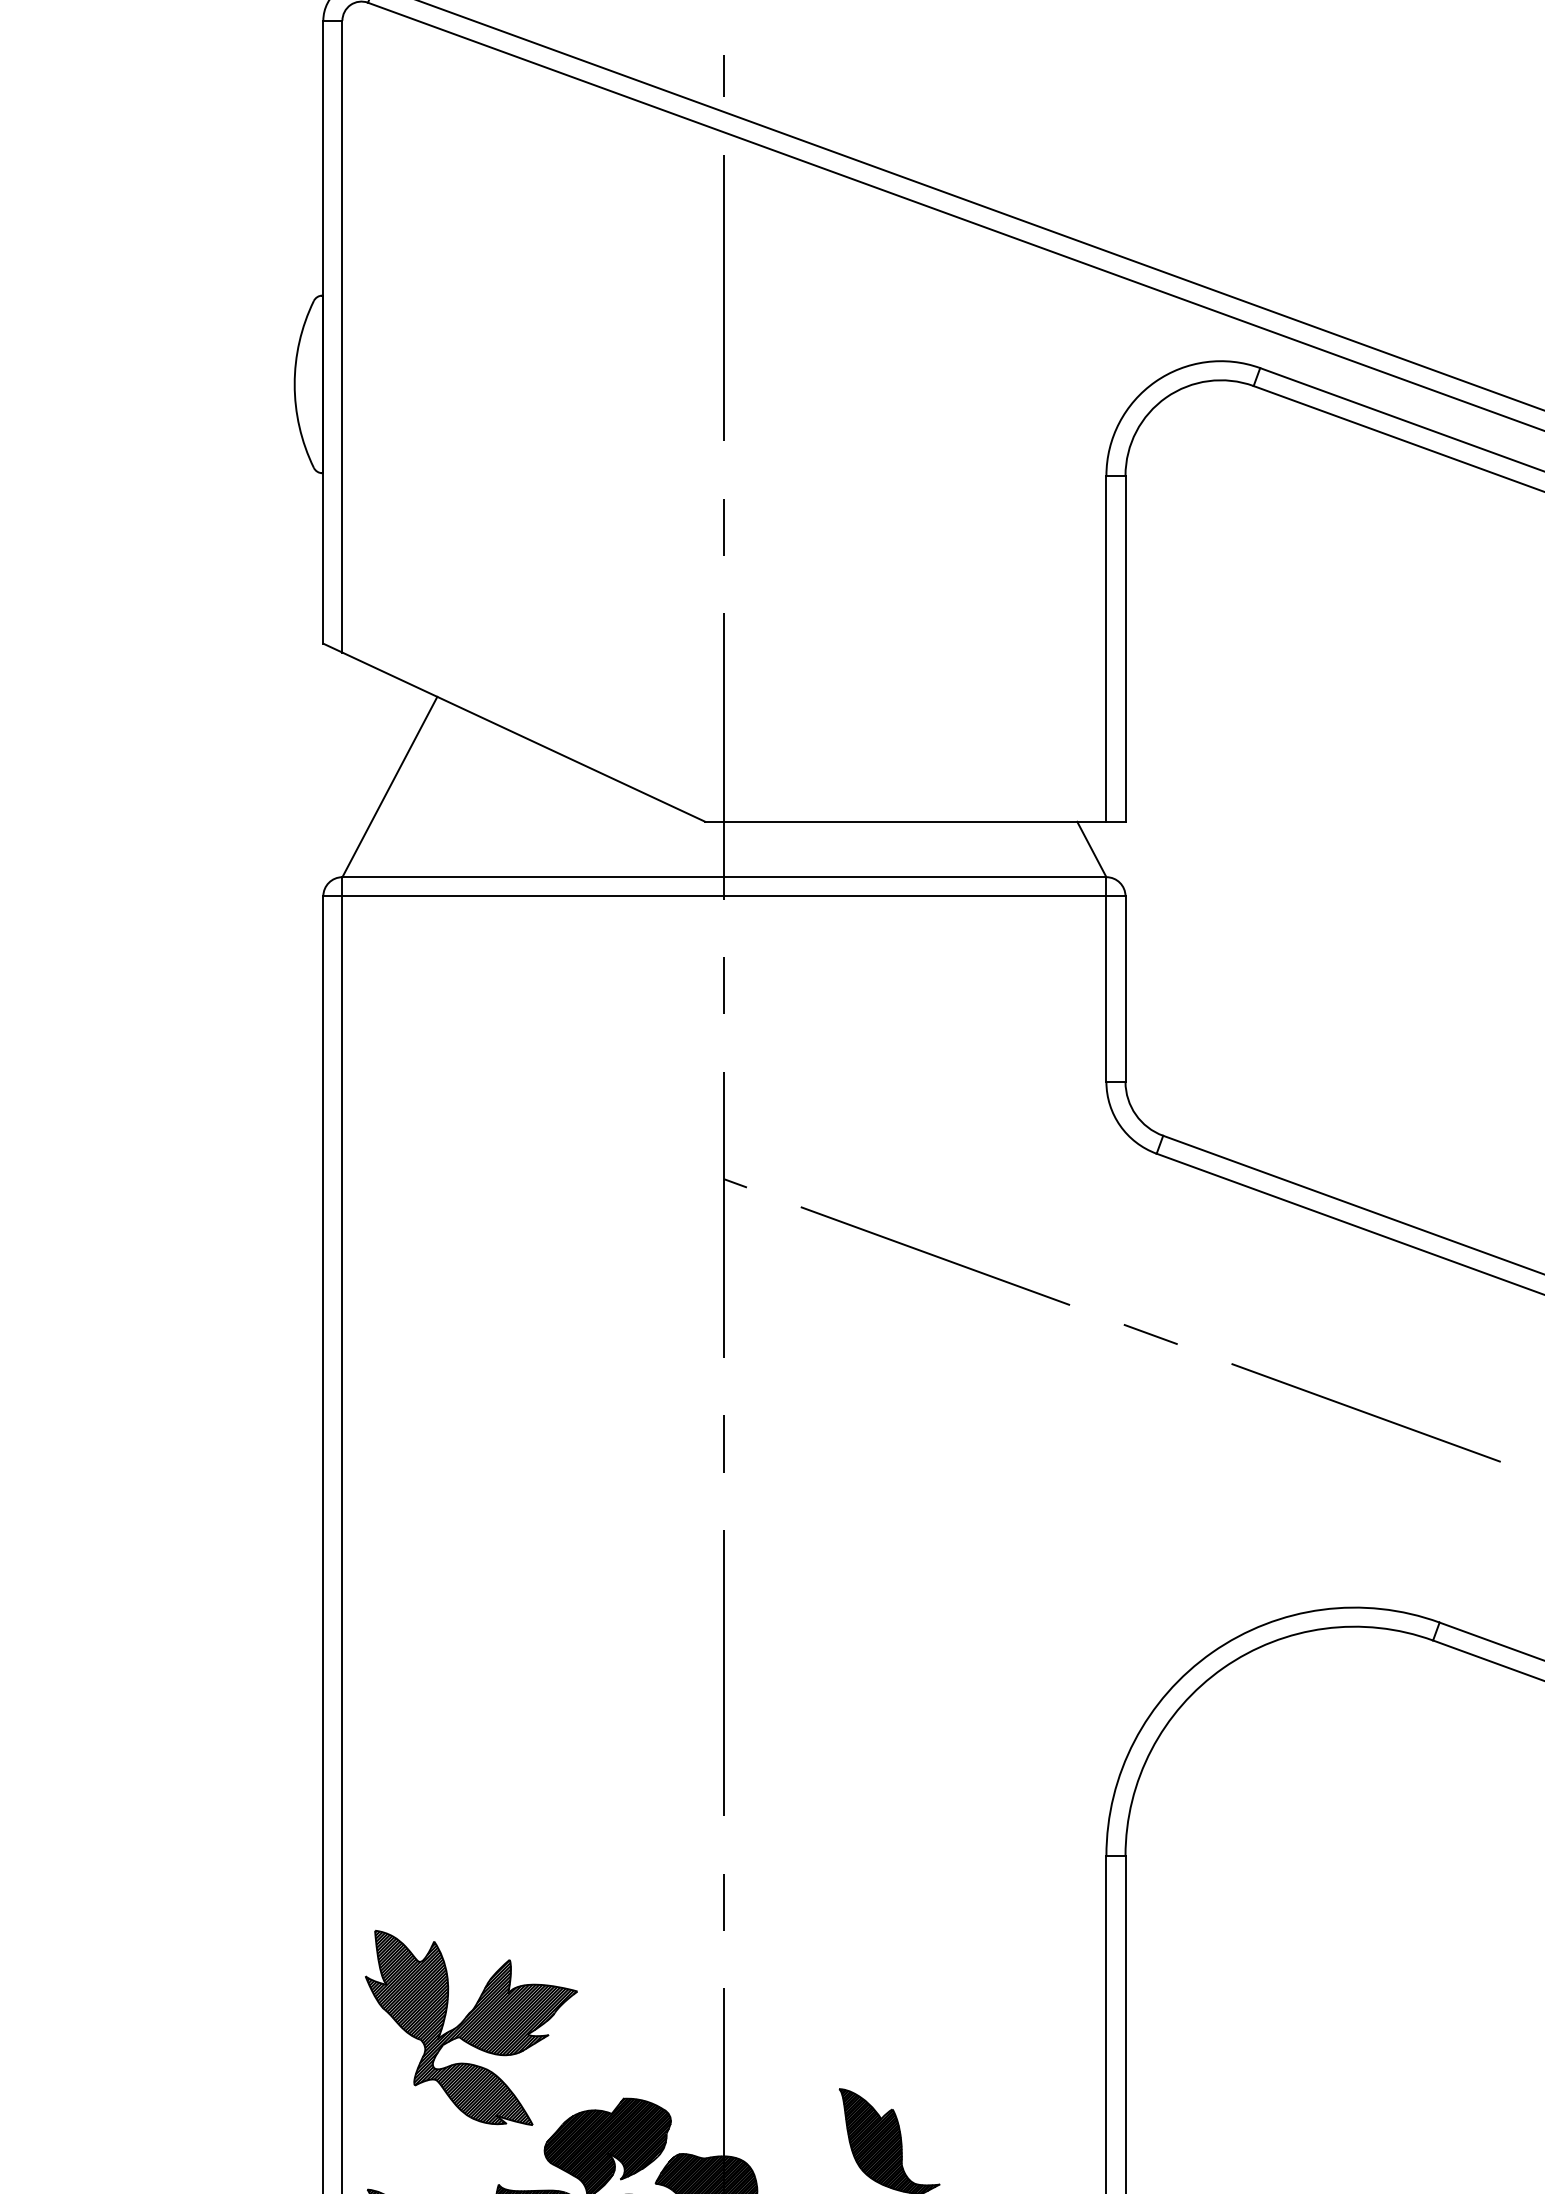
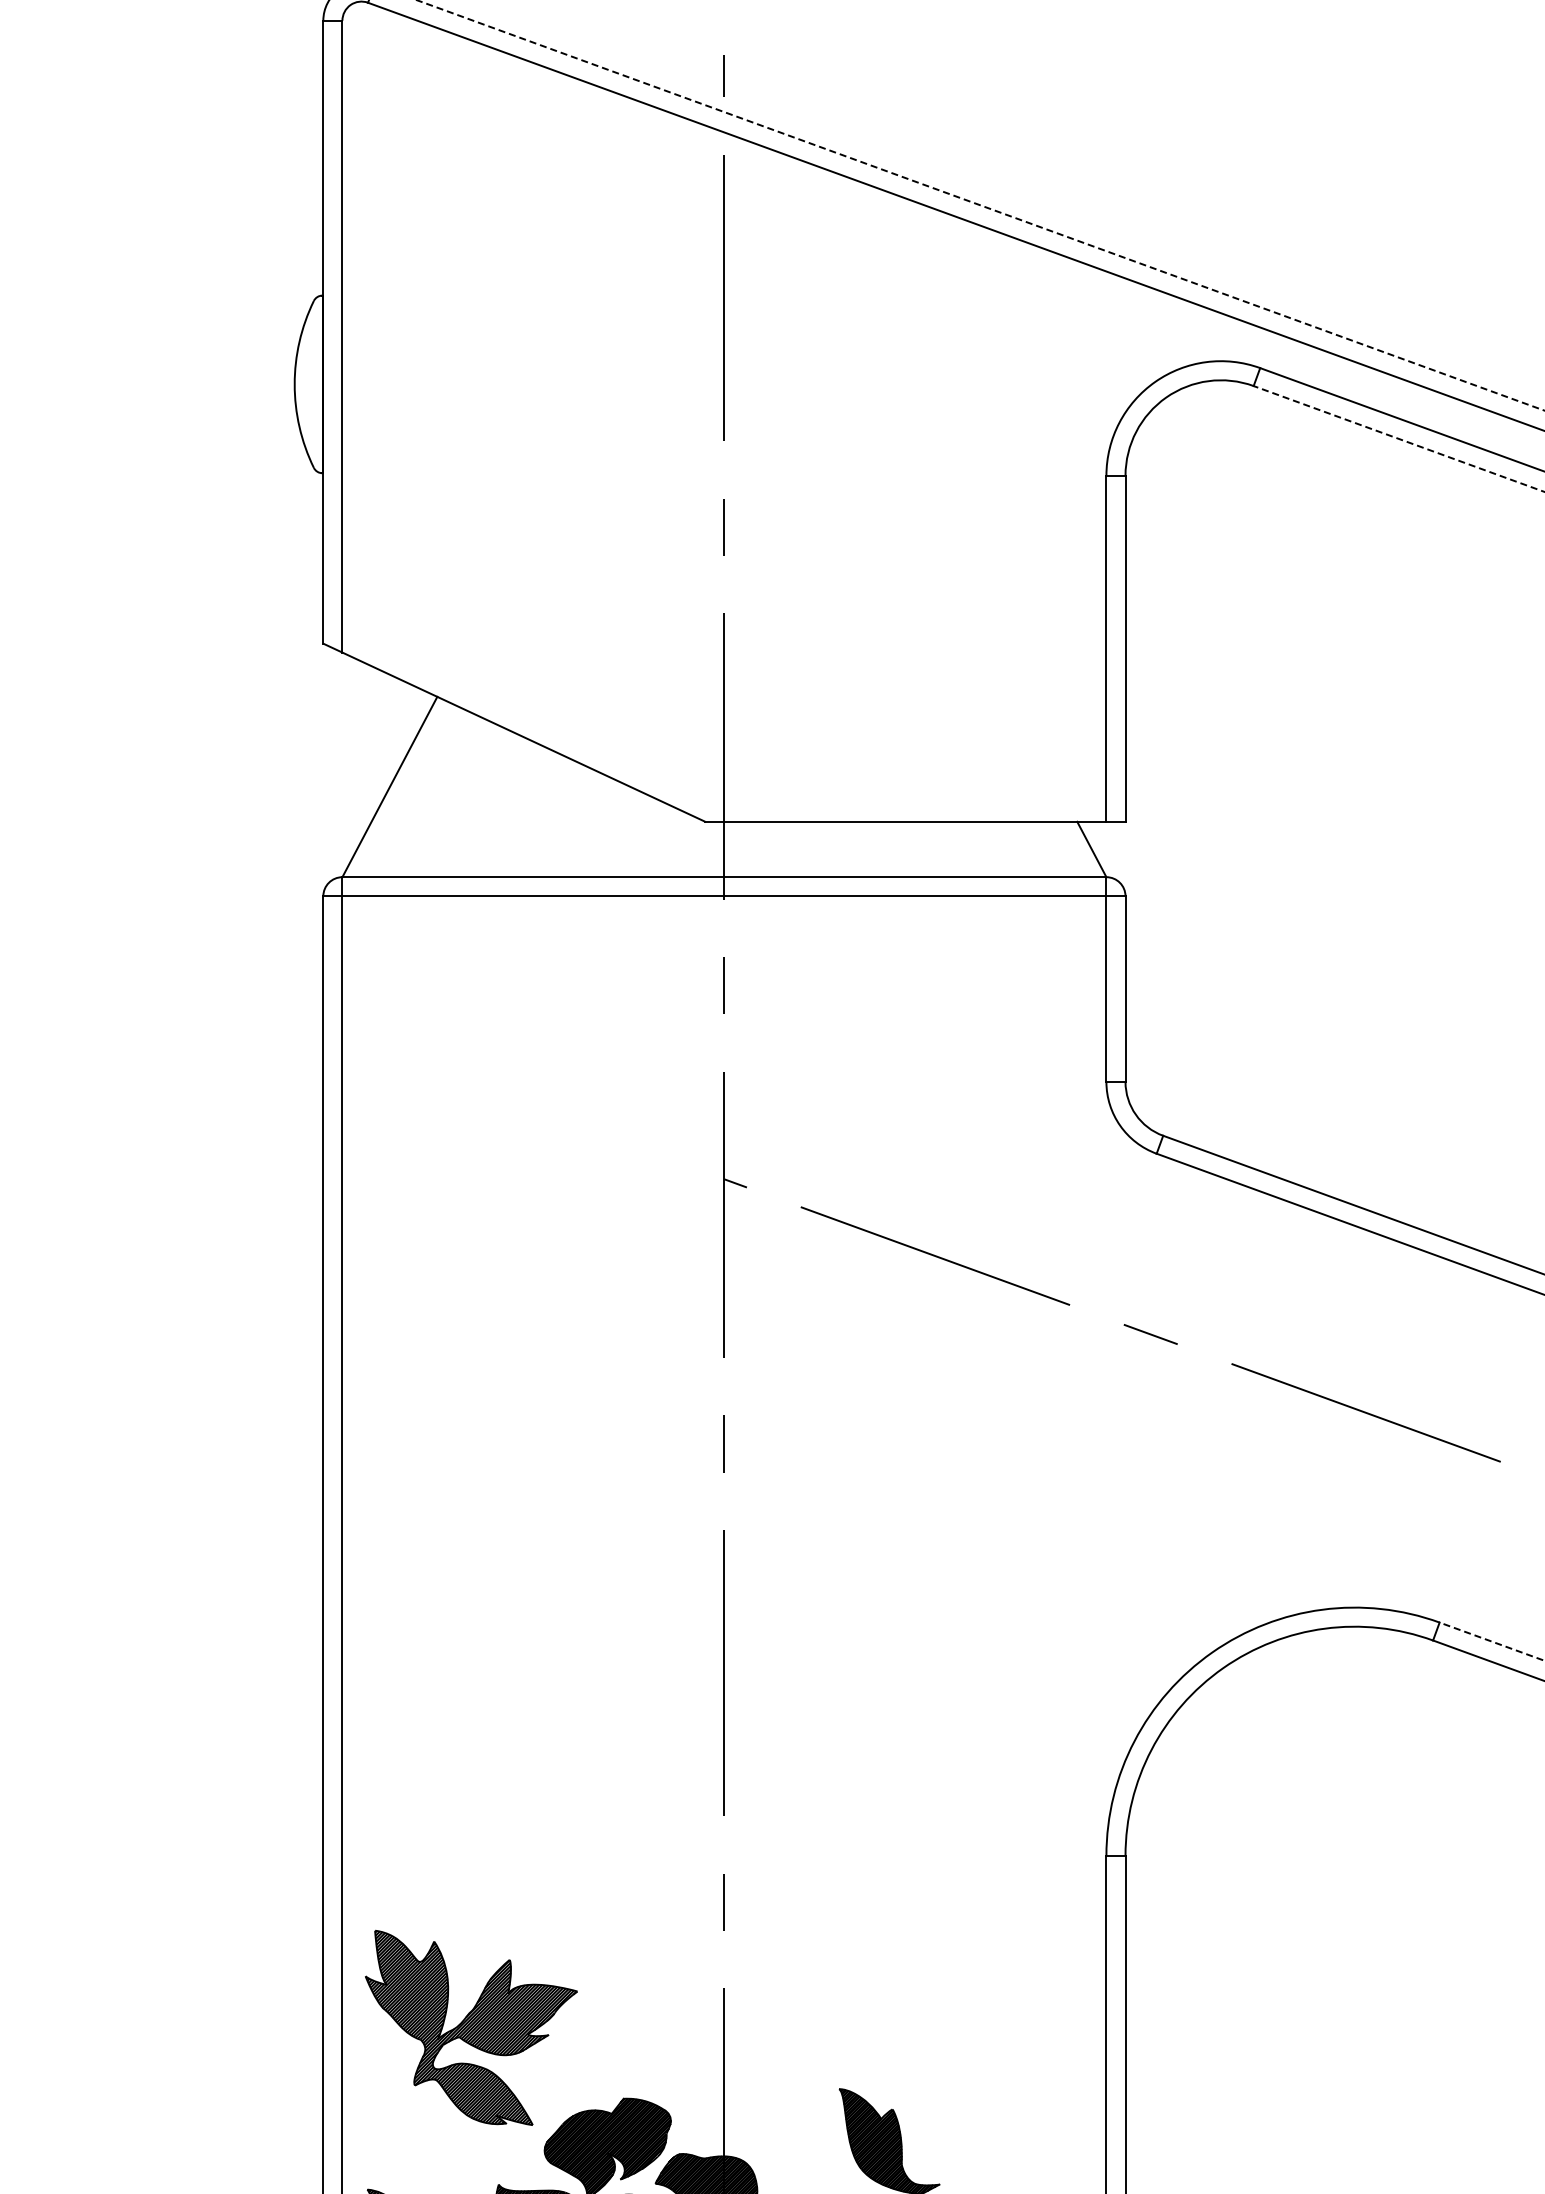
line at (981, 205): solid -> dashed
line at (1399, 439): solid -> dashed
line at (1492, 1641): solid -> dashed
